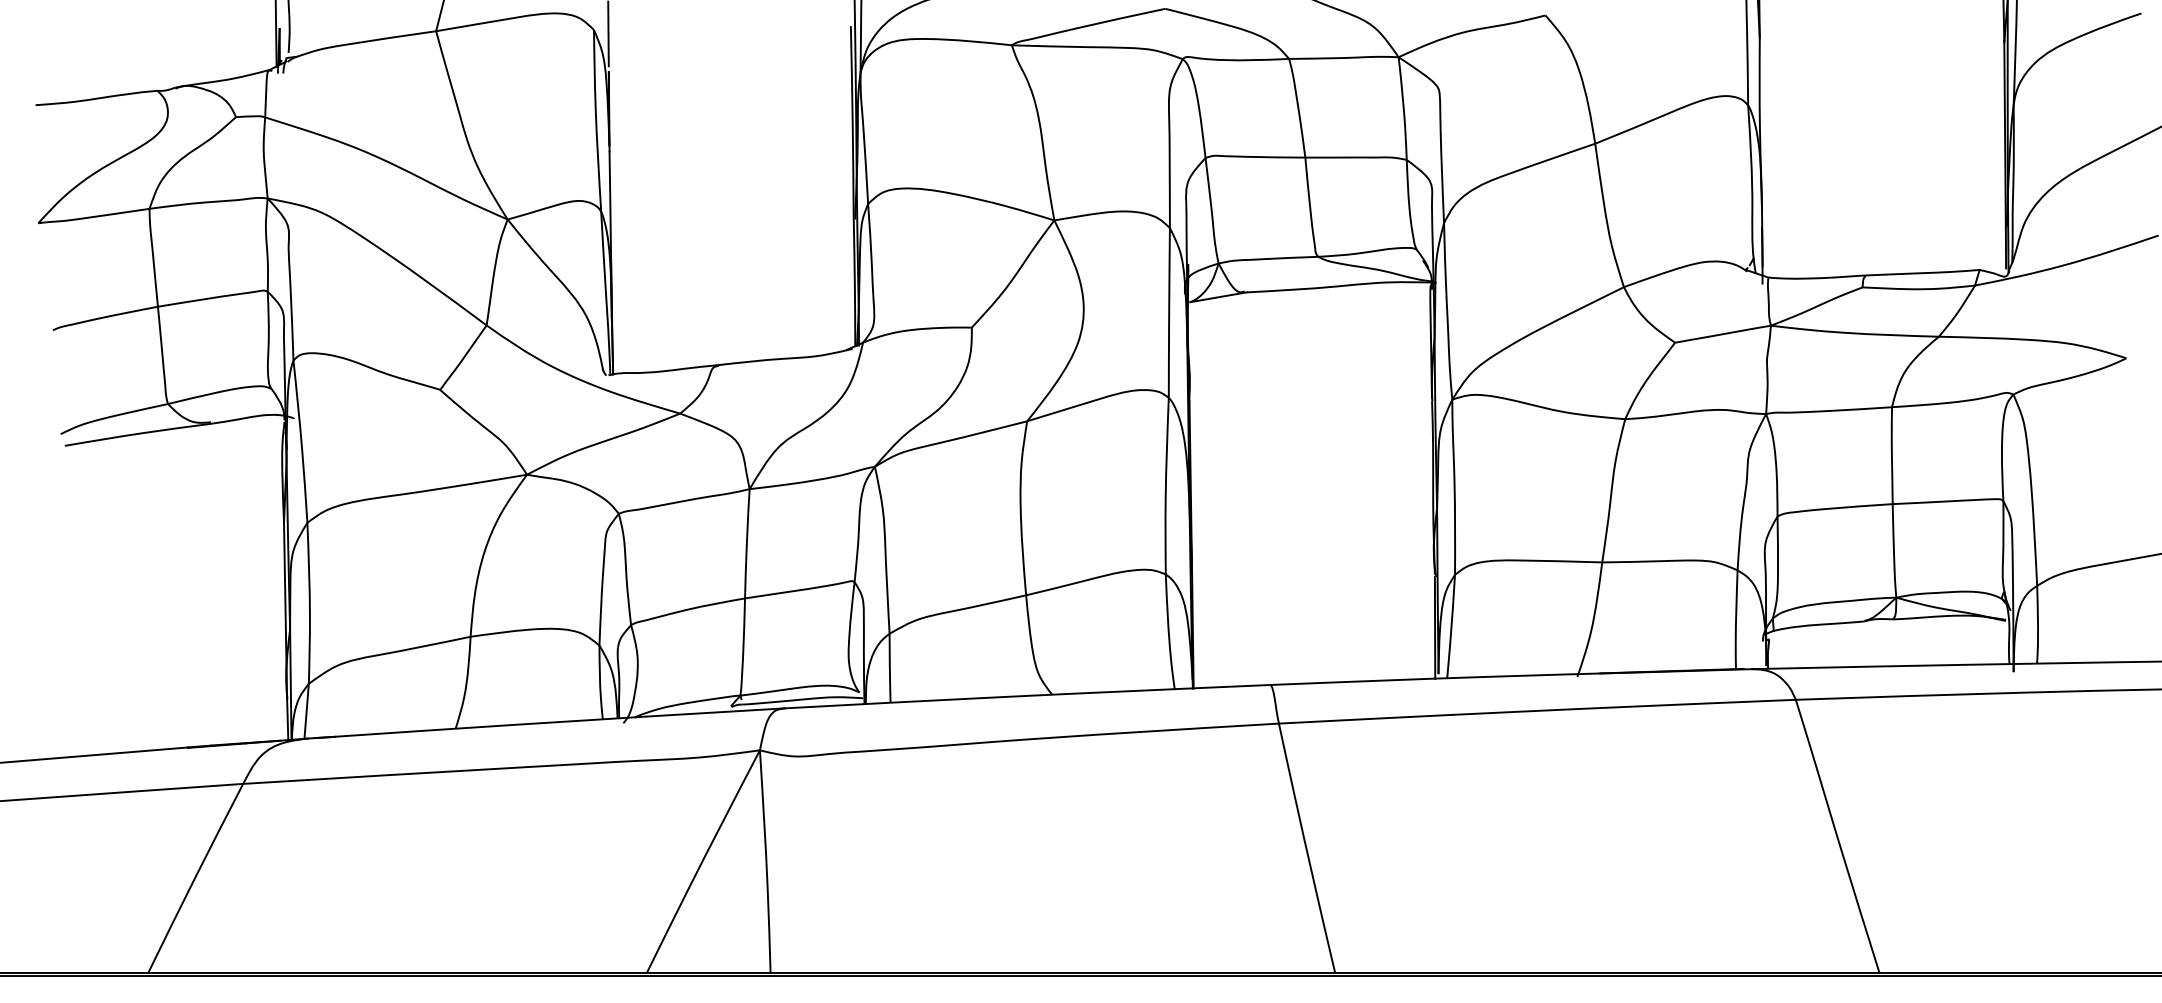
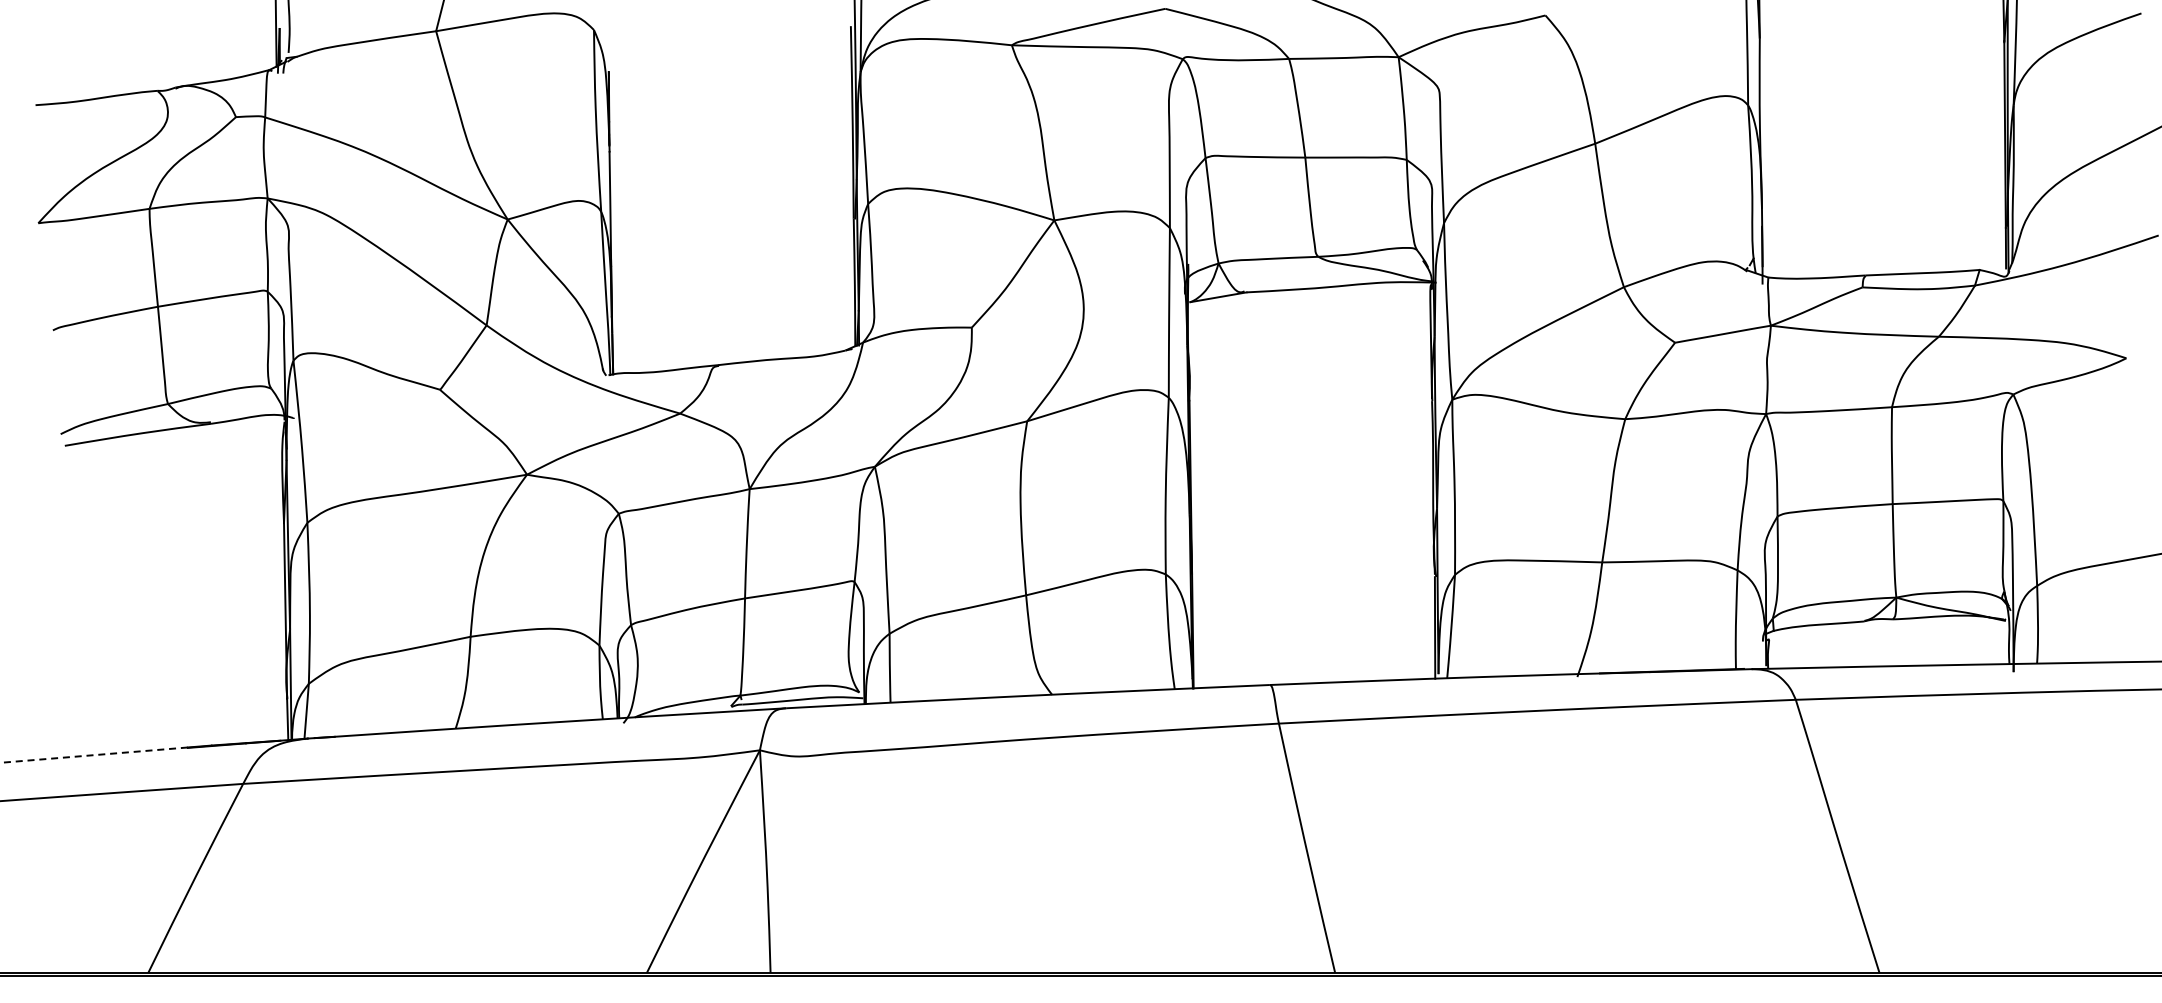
line at (608, 34): present -> none
line at (94, 755): solid -> dashed
